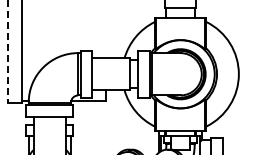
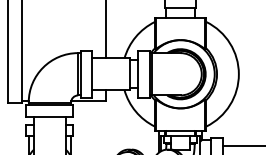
line at (106, 30): none -> present
line at (7, 52): dashed -> solid
line at (242, 145): none -> present
